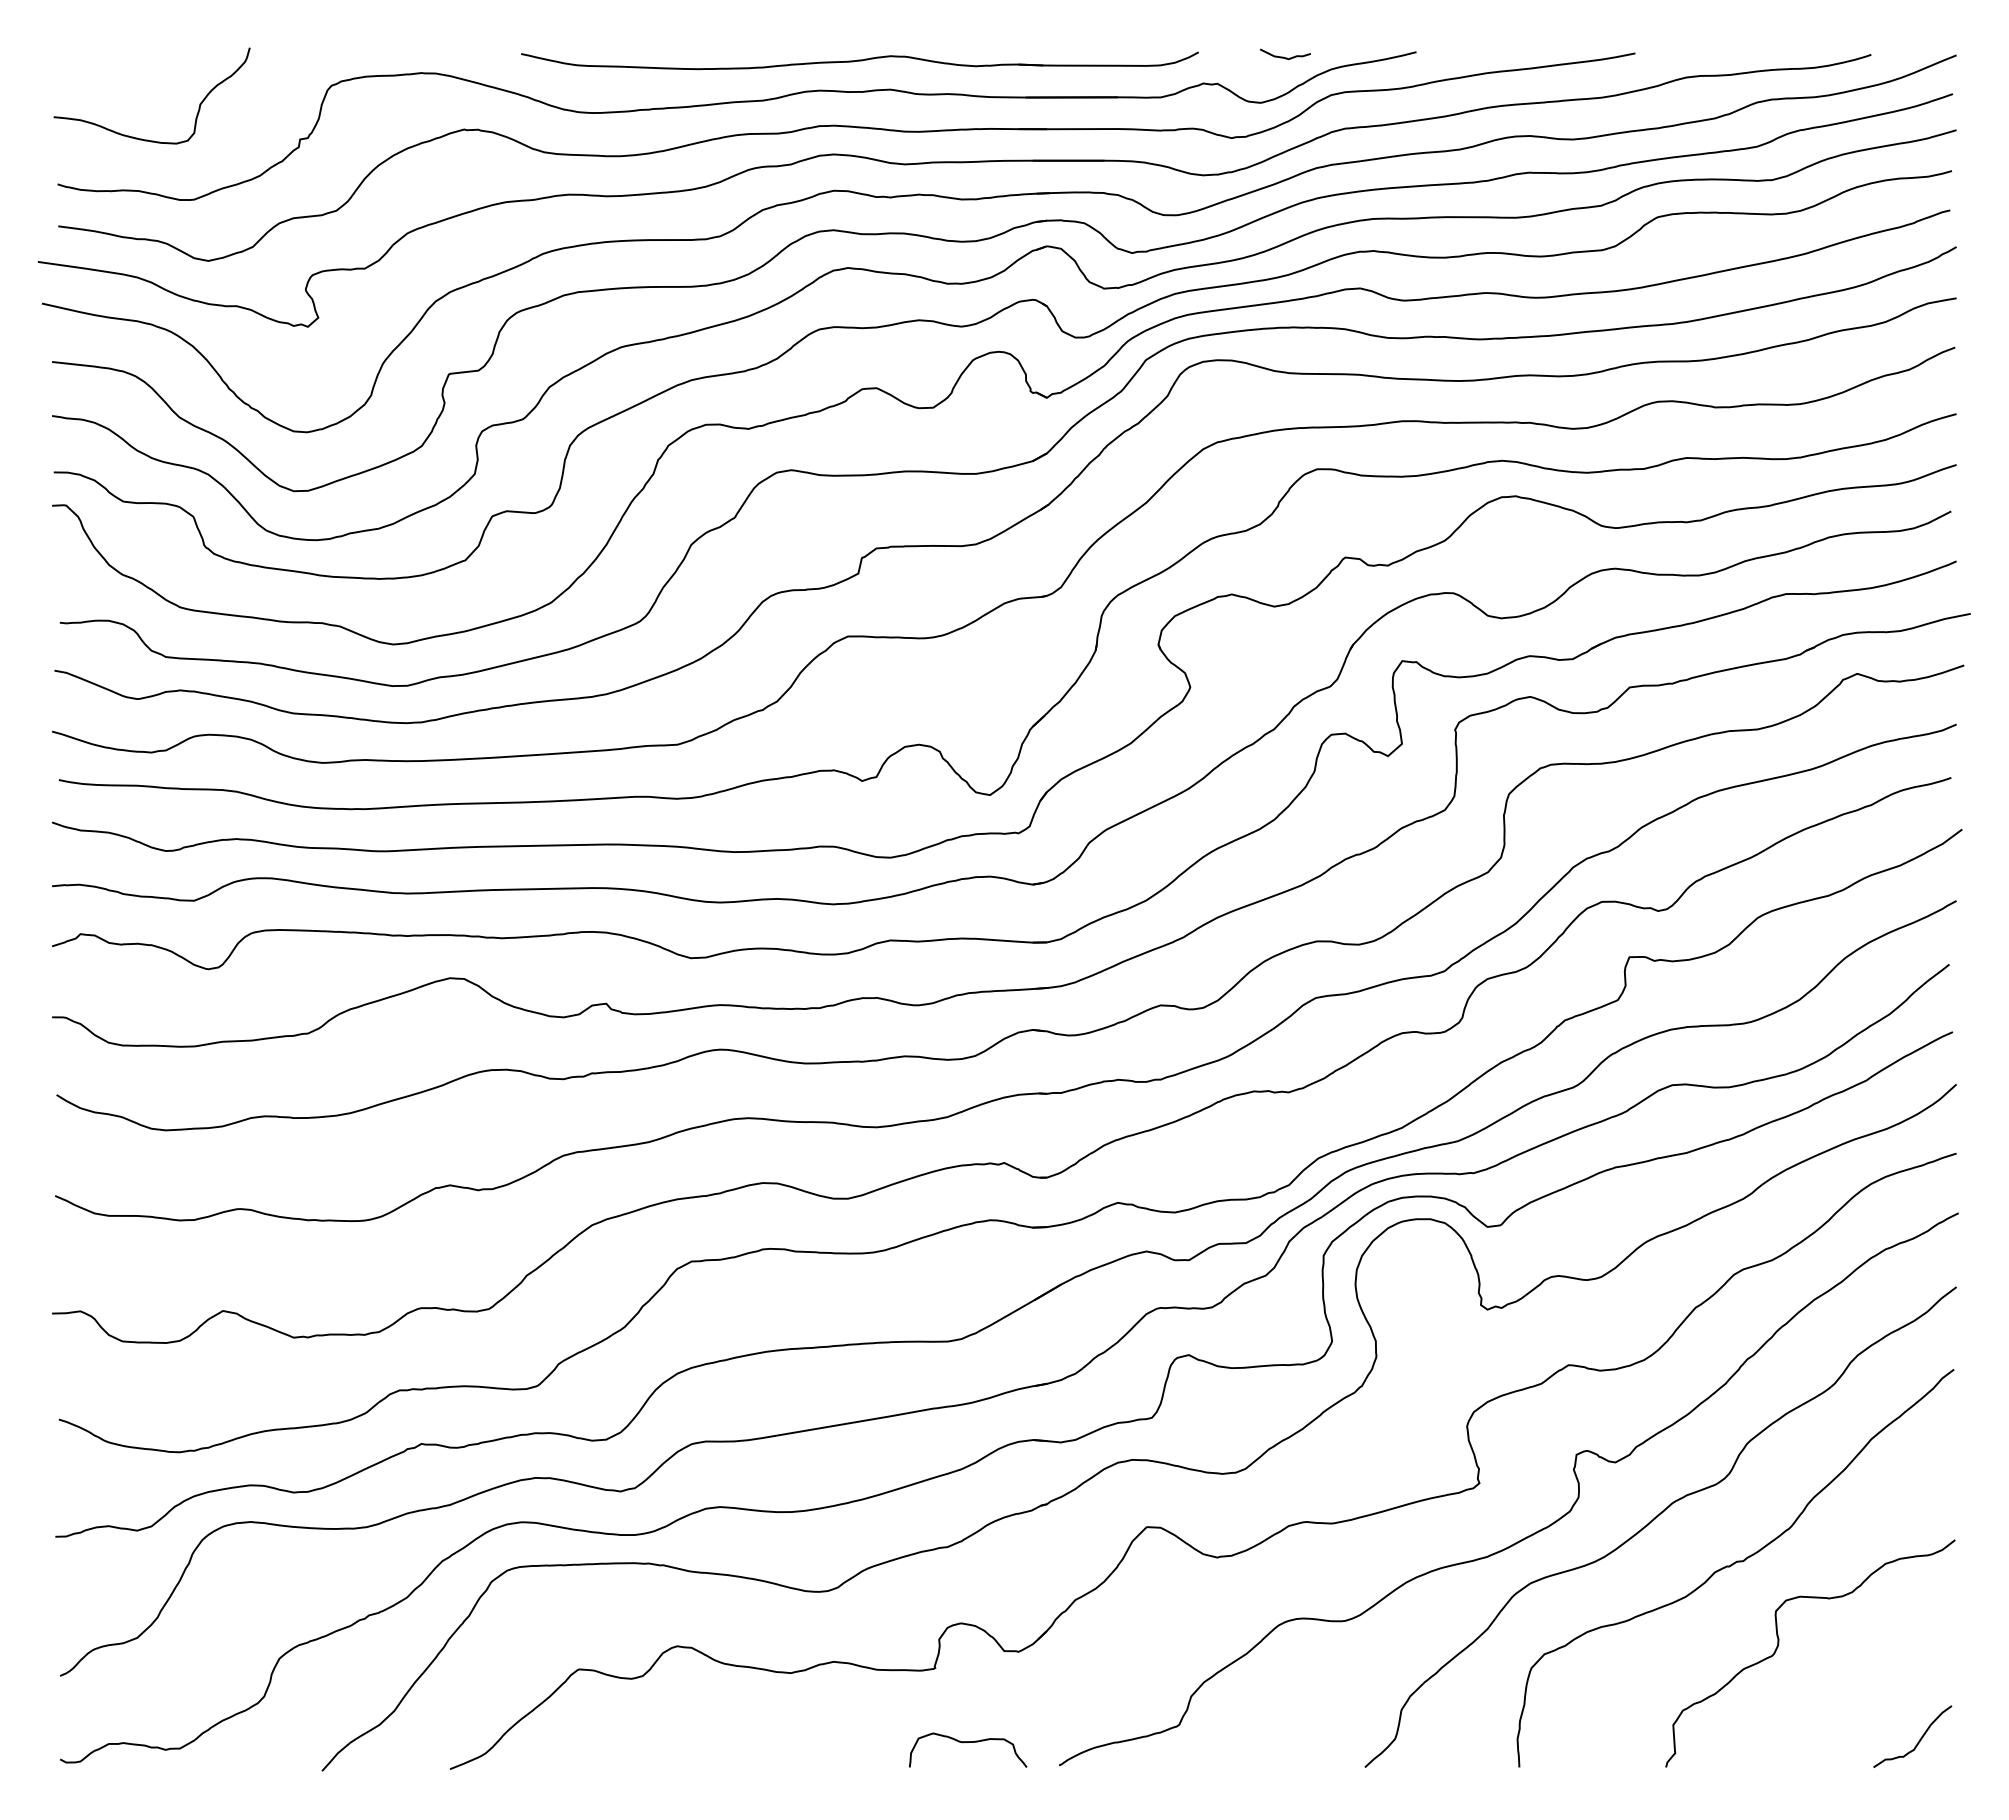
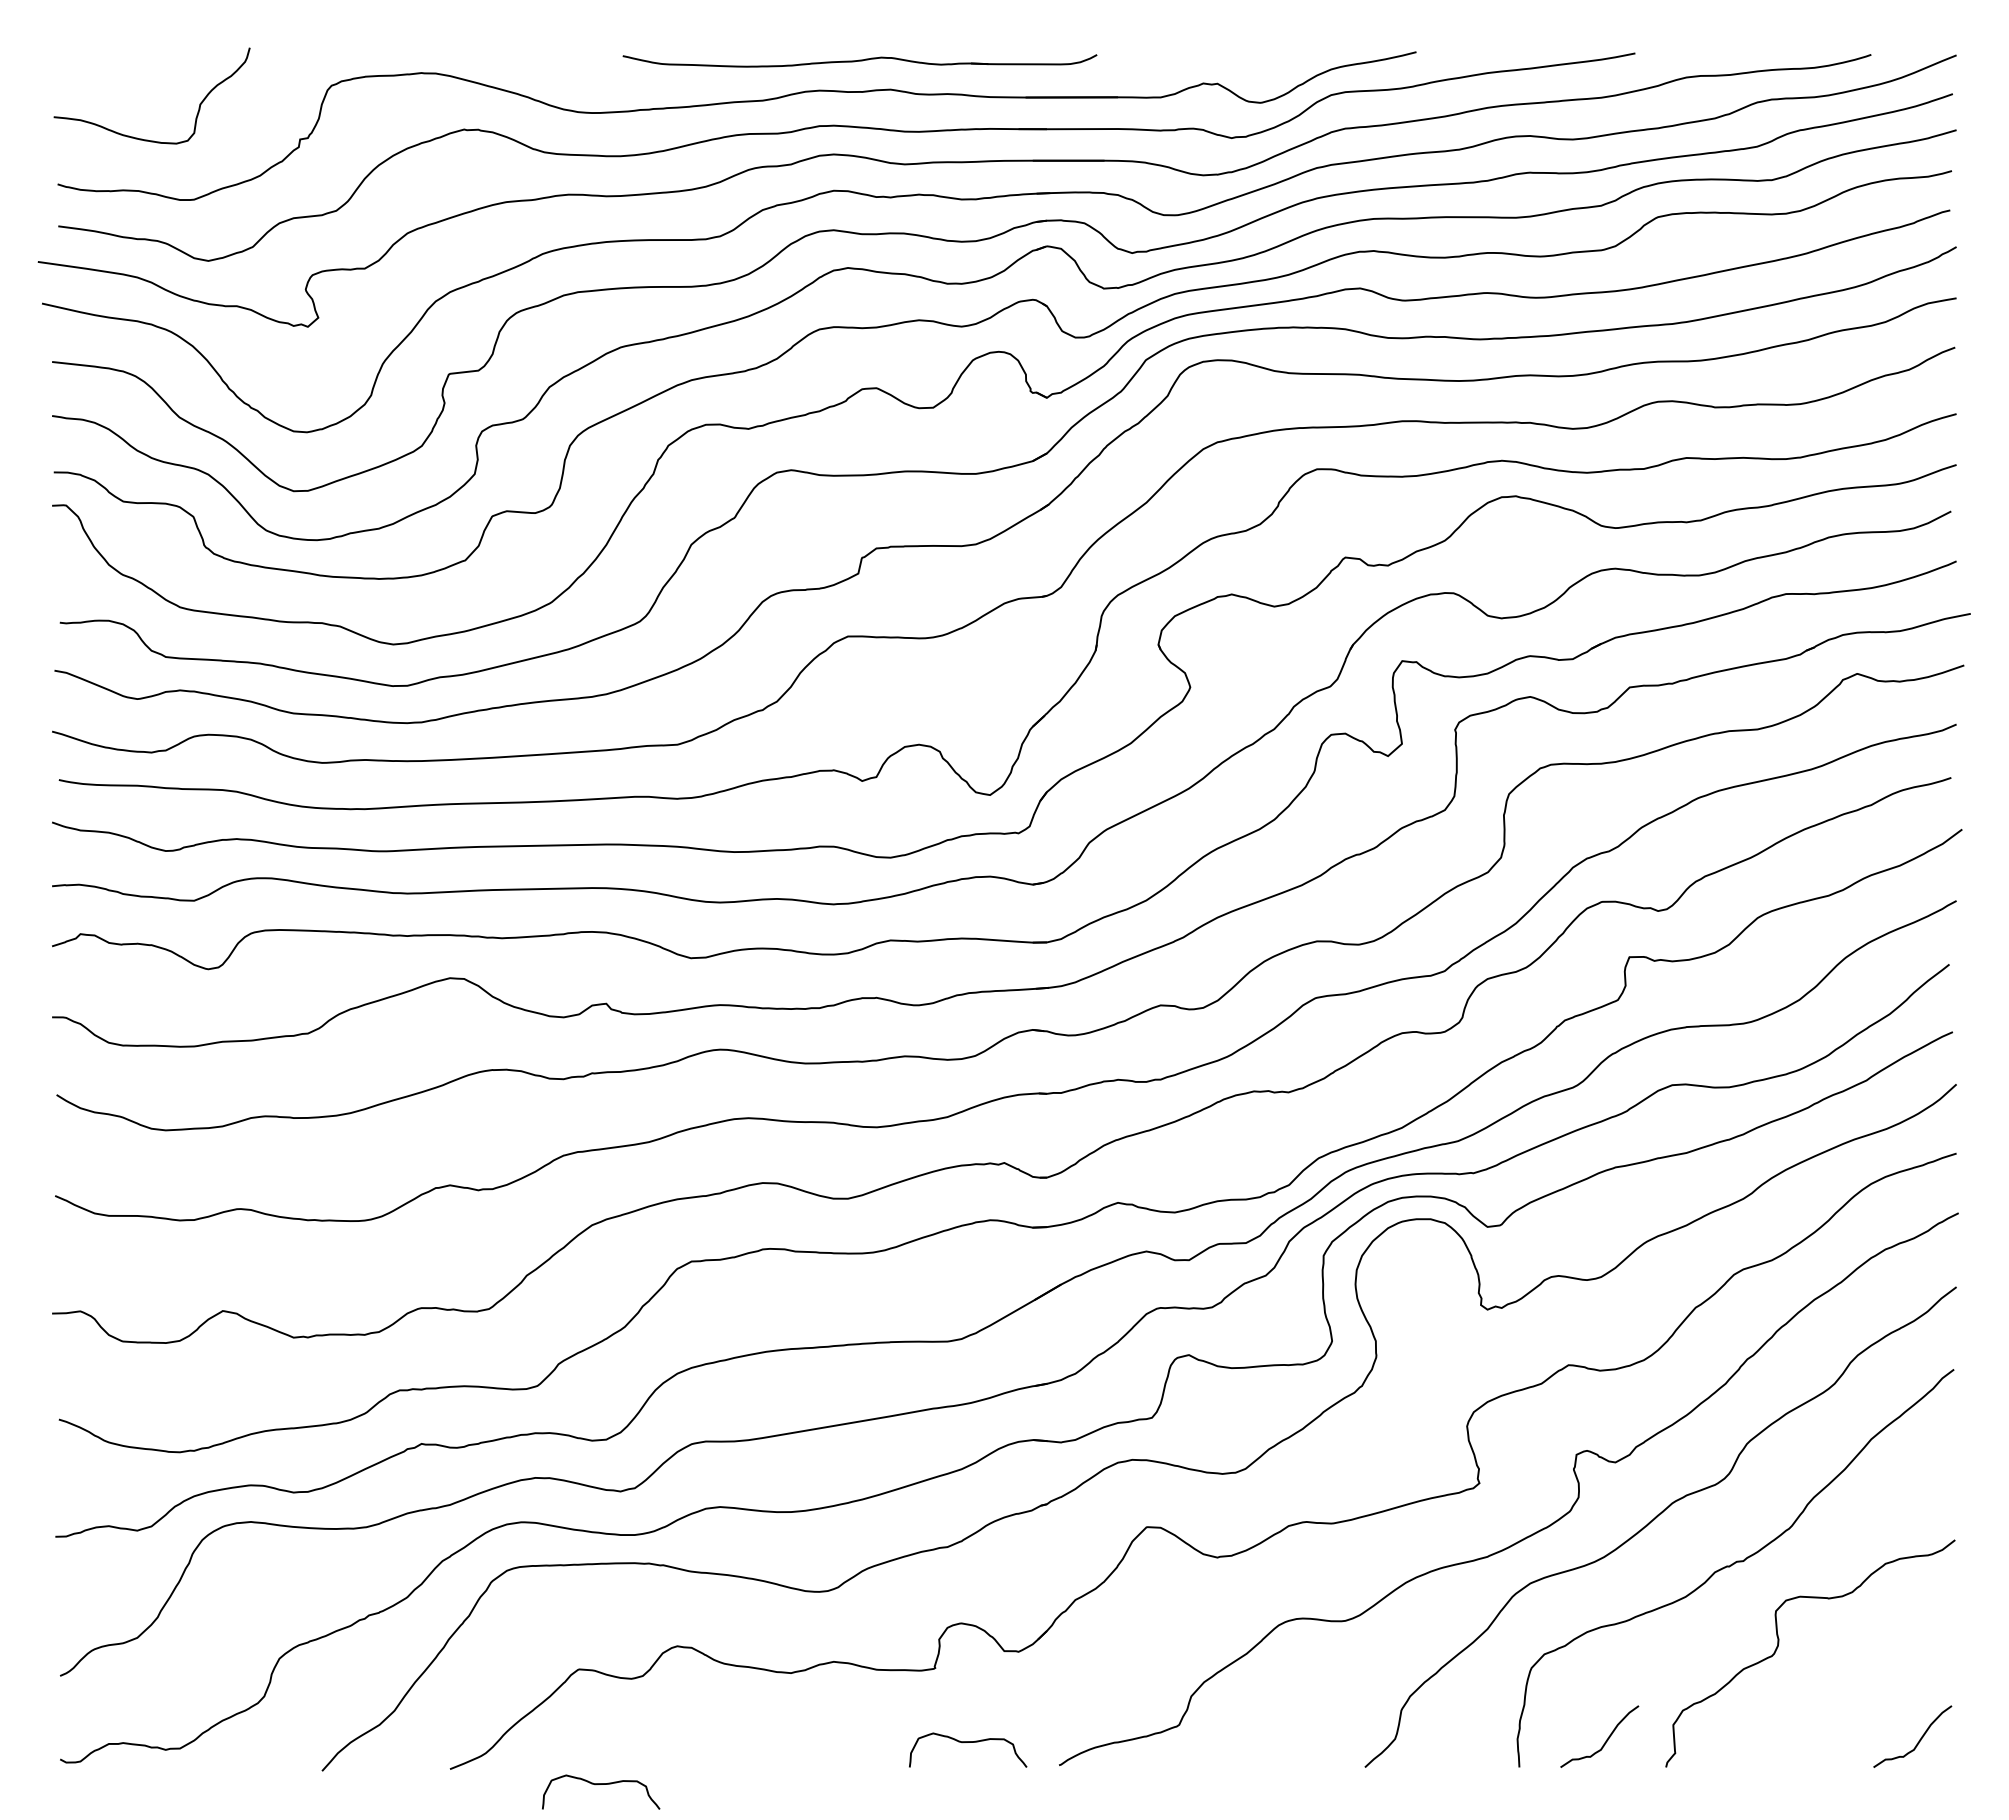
curve at (1283, 56): present -> none
part at (859, 60) size: 678x20 px -> 476x14 px
curve at (1606, 1739): none -> present
curve at (601, 1784): none -> present
